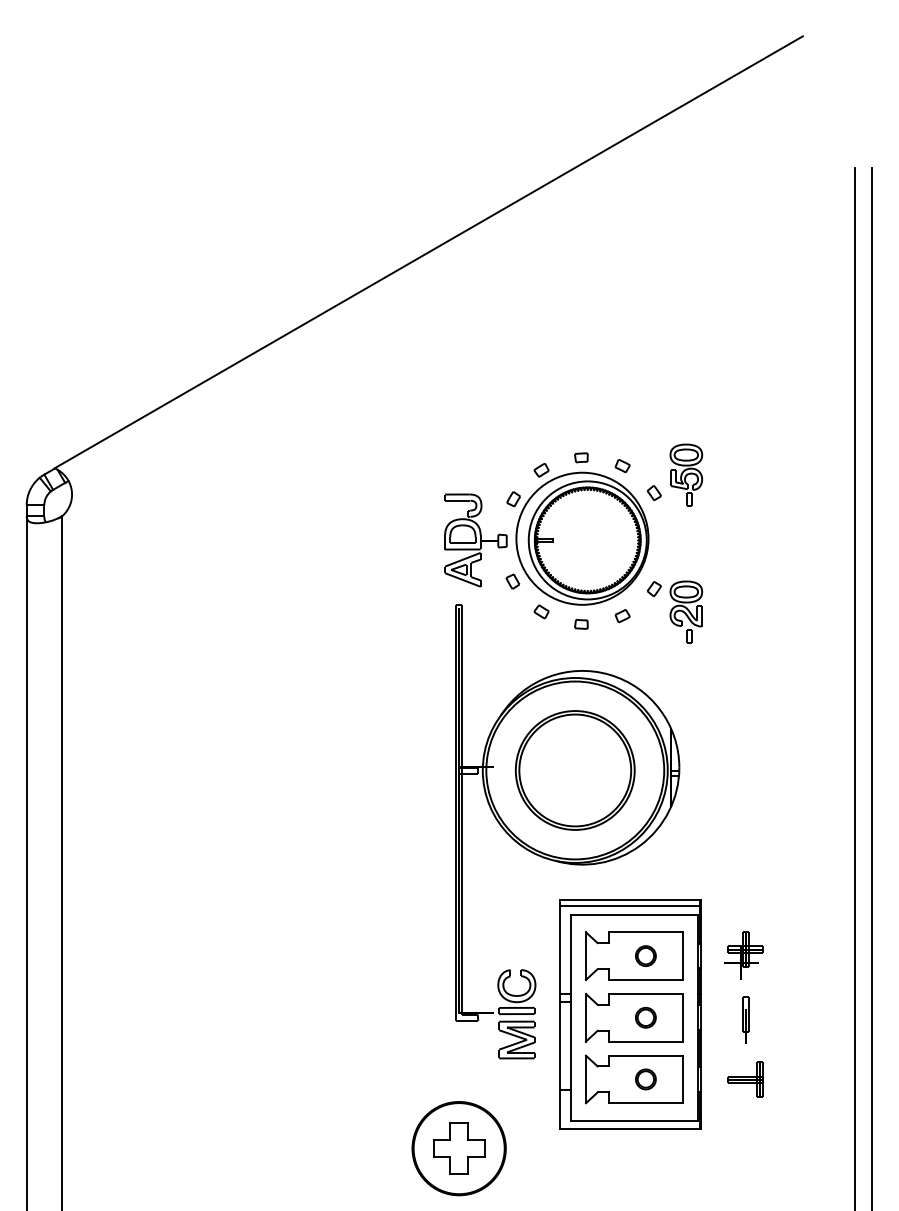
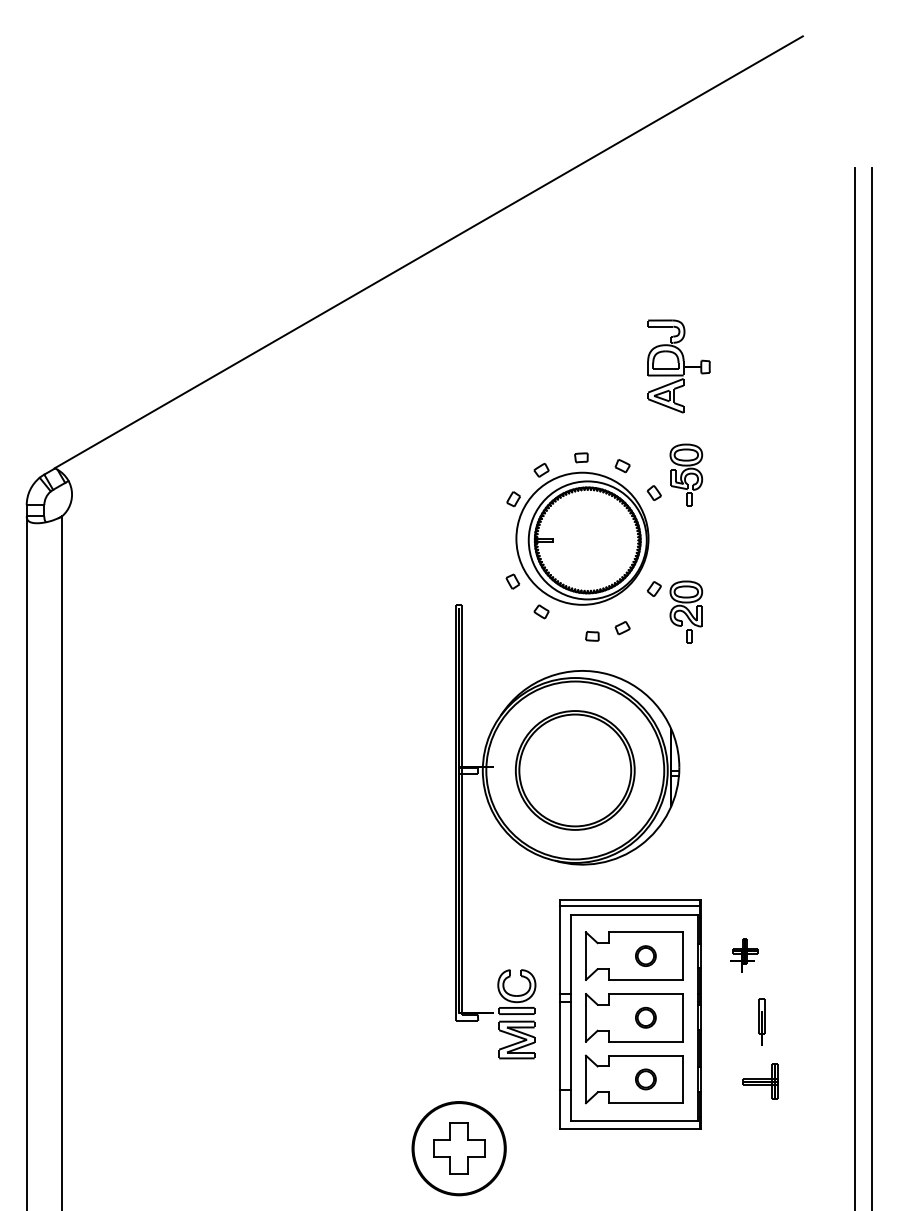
part at (475, 540) position: (475, 540) -> (678, 366)
part at (622, 616) position: (622, 616) -> (622, 628)
part at (581, 623) position: (581, 623) -> (592, 635)
part at (743, 955) size: 40x49 px -> 29x35 px
part at (745, 1019) position: (745, 1019) -> (761, 1021)
part at (745, 1079) position: (745, 1079) -> (760, 1081)
